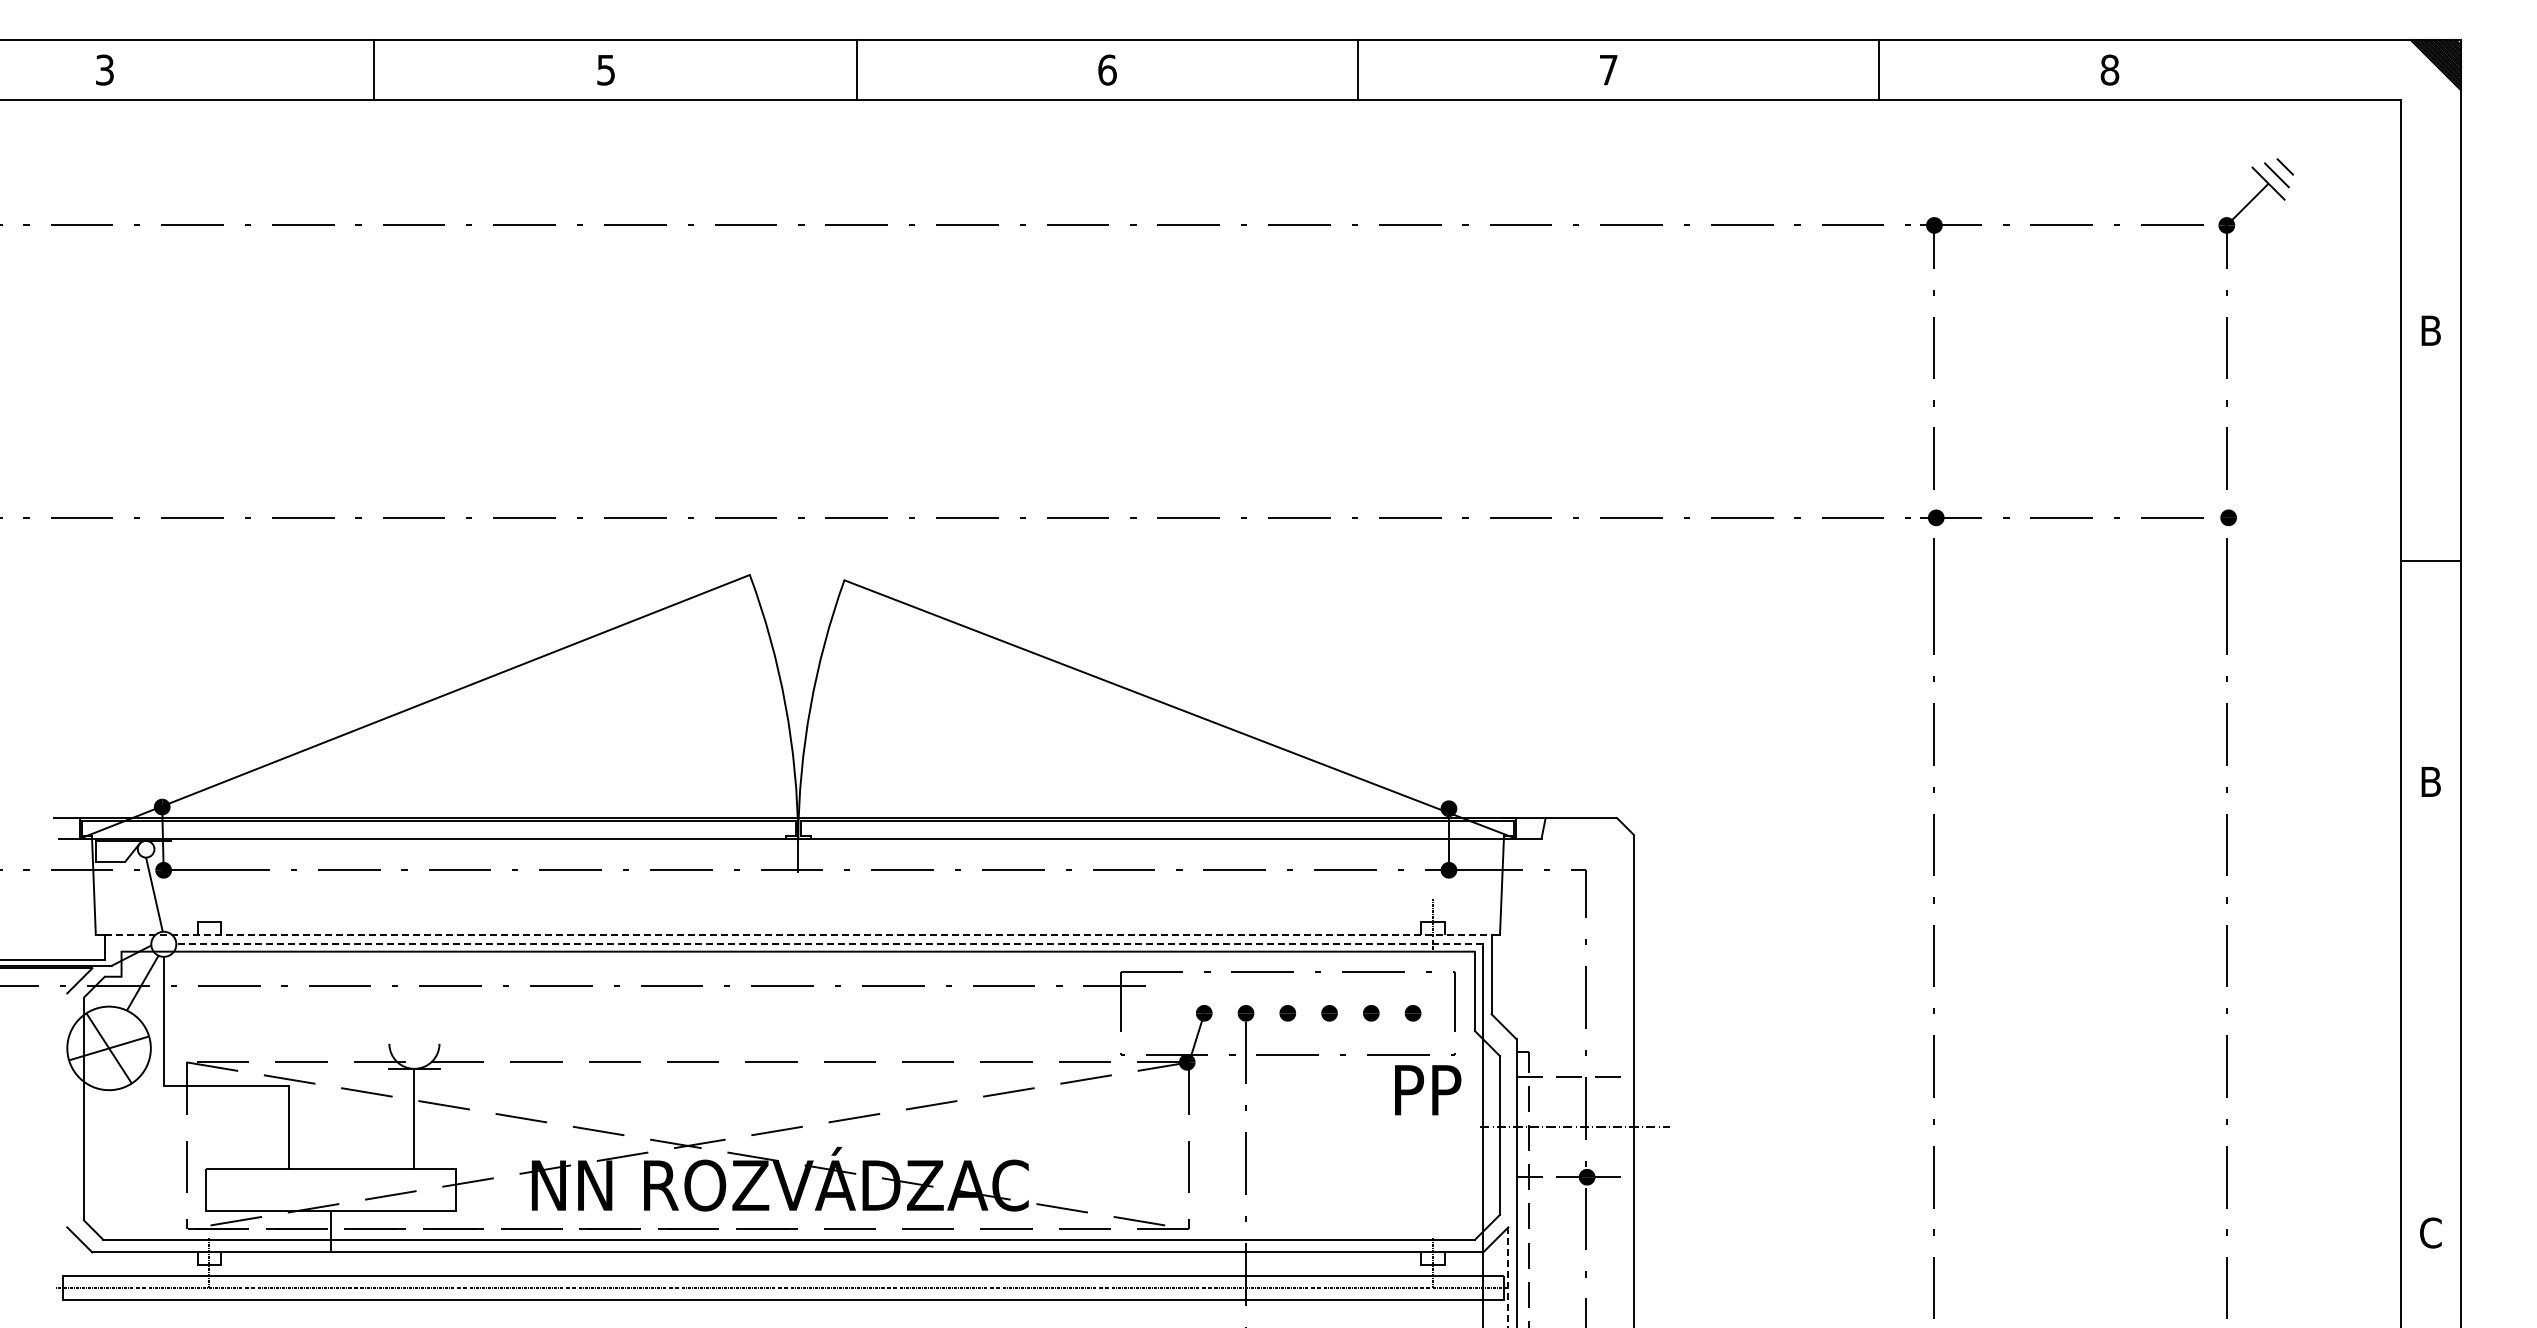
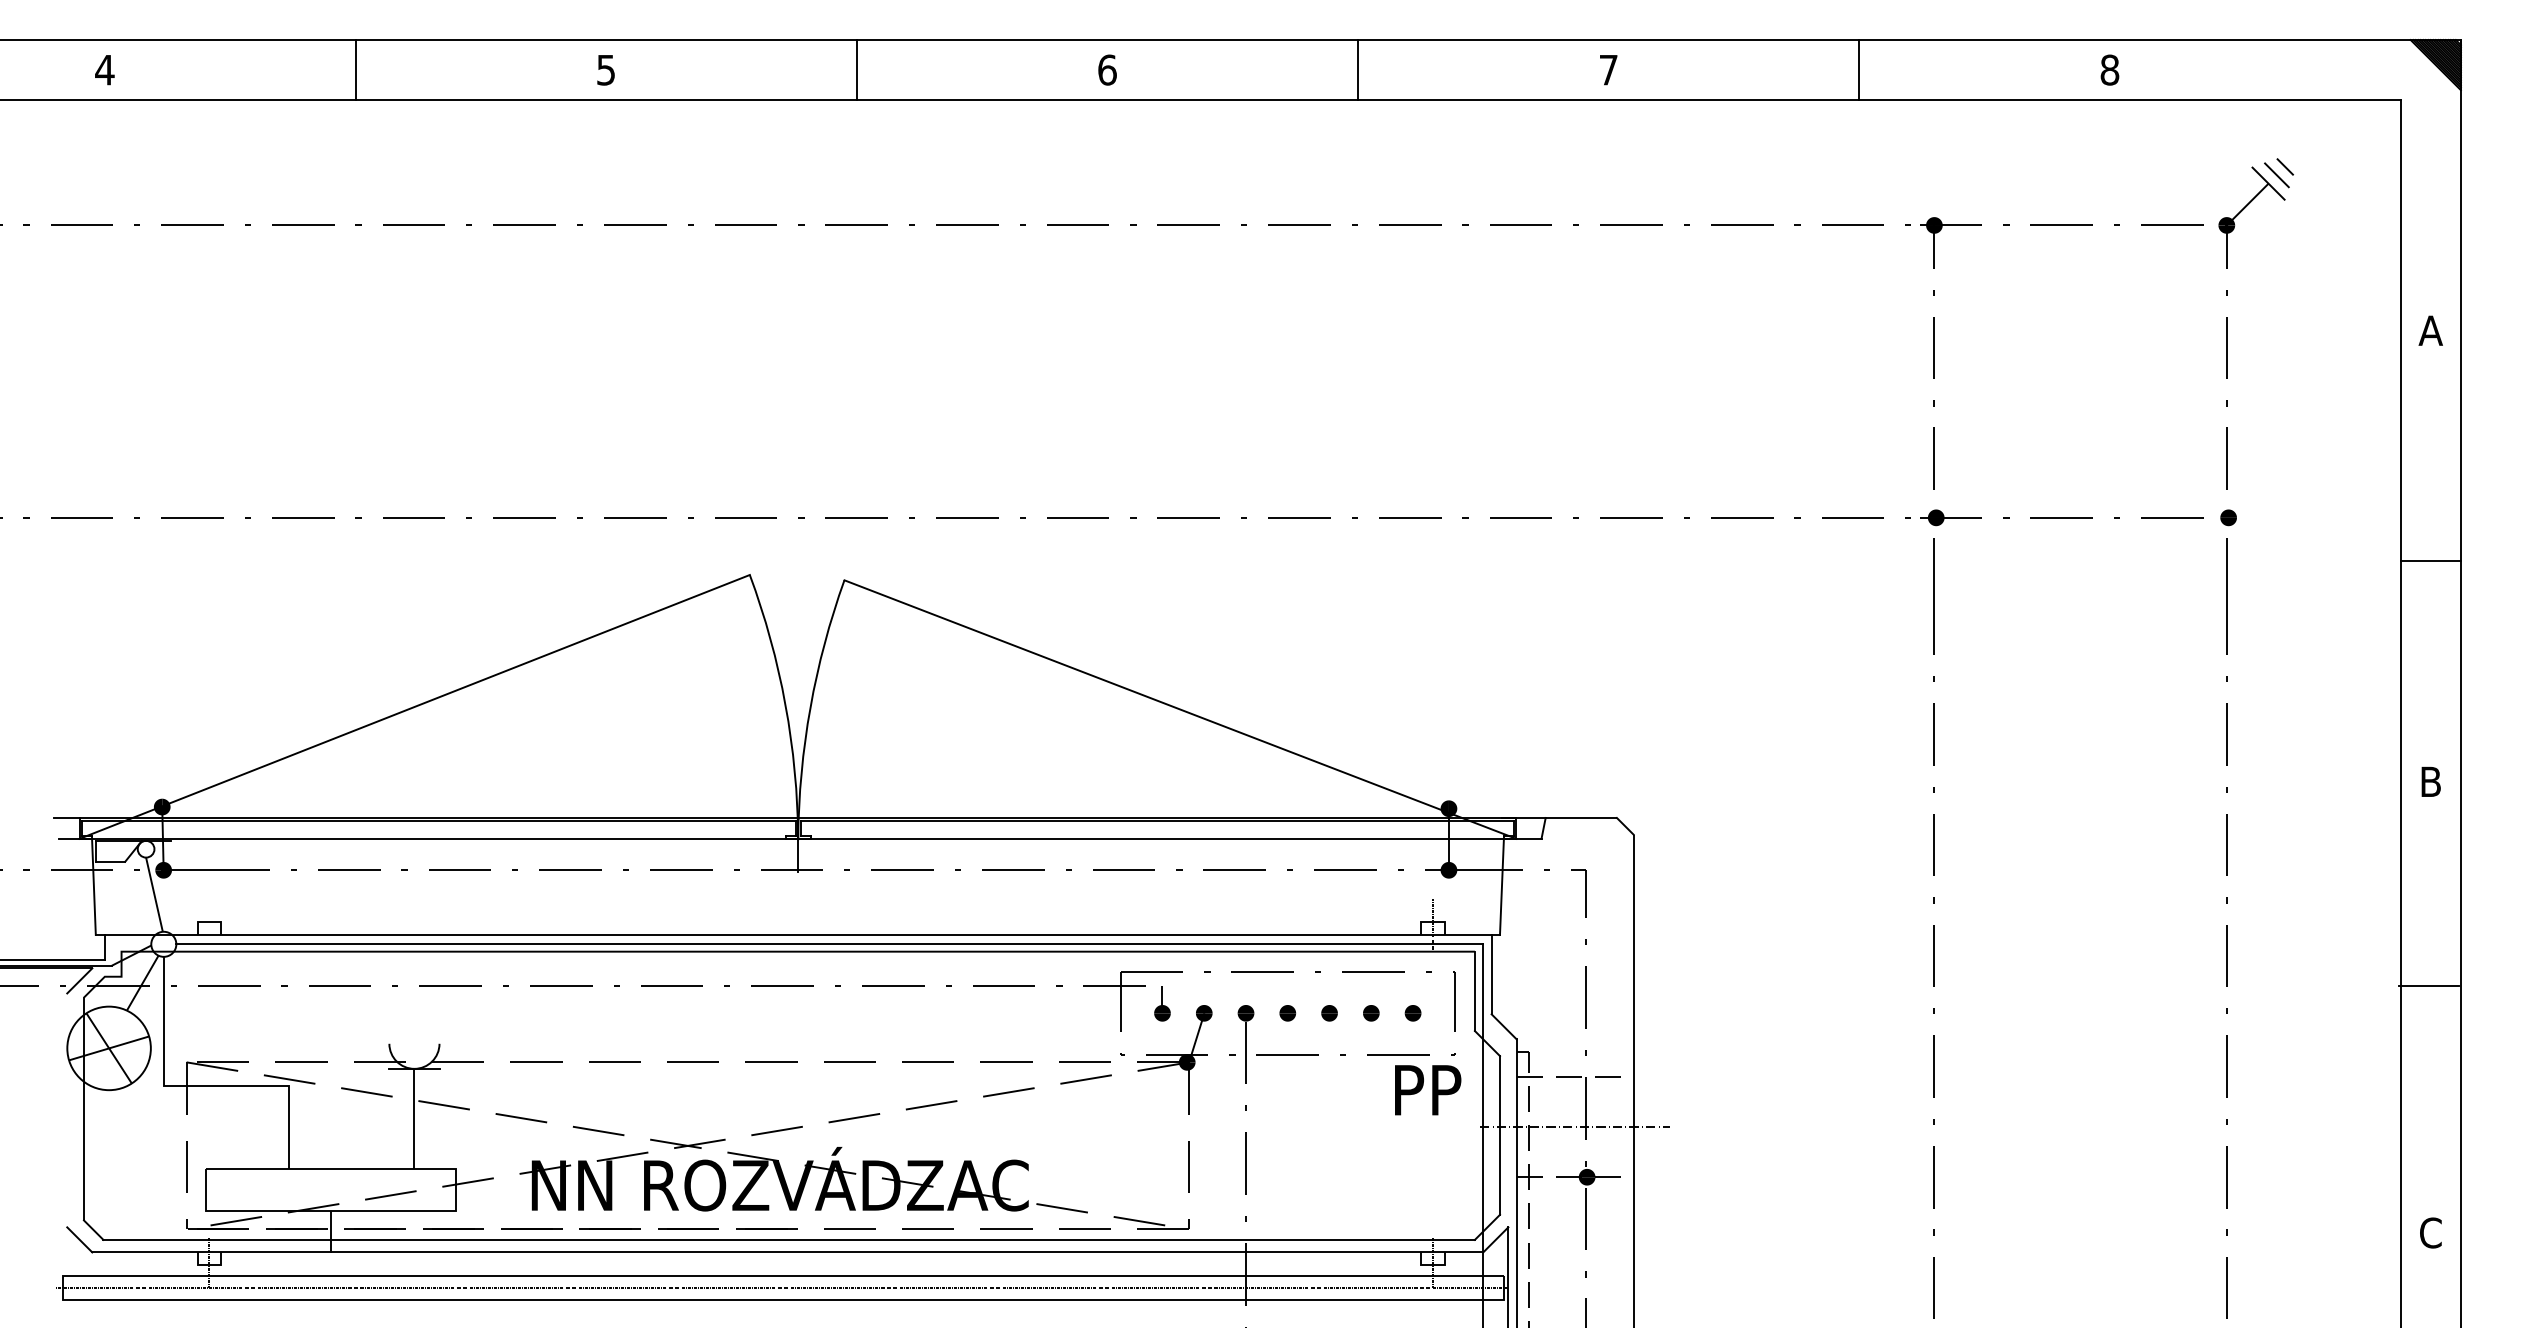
text at (104, 69): 3 -> 4
line at (373, 70) position: (373, 70) -> (355, 70)
line at (1879, 70) position: (1879, 70) -> (1859, 70)
text at (2430, 330): B -> A
line at (798, 934): dashed -> solid
line at (829, 944): dashed -> solid
line at (2428, 985): none -> present
part at (1162, 1003): none -> present
line at (1508, 1277): dashed -> solid
